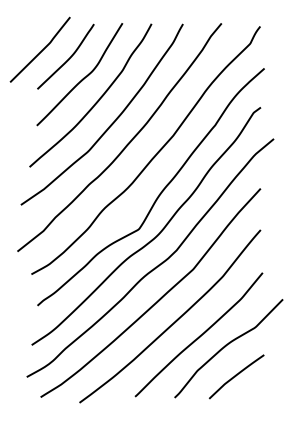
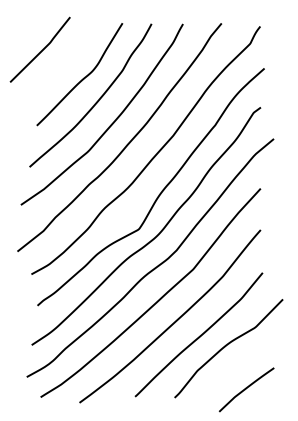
curve at (68, 58): present -> none
curve at (236, 376) position: (236, 376) -> (246, 389)
